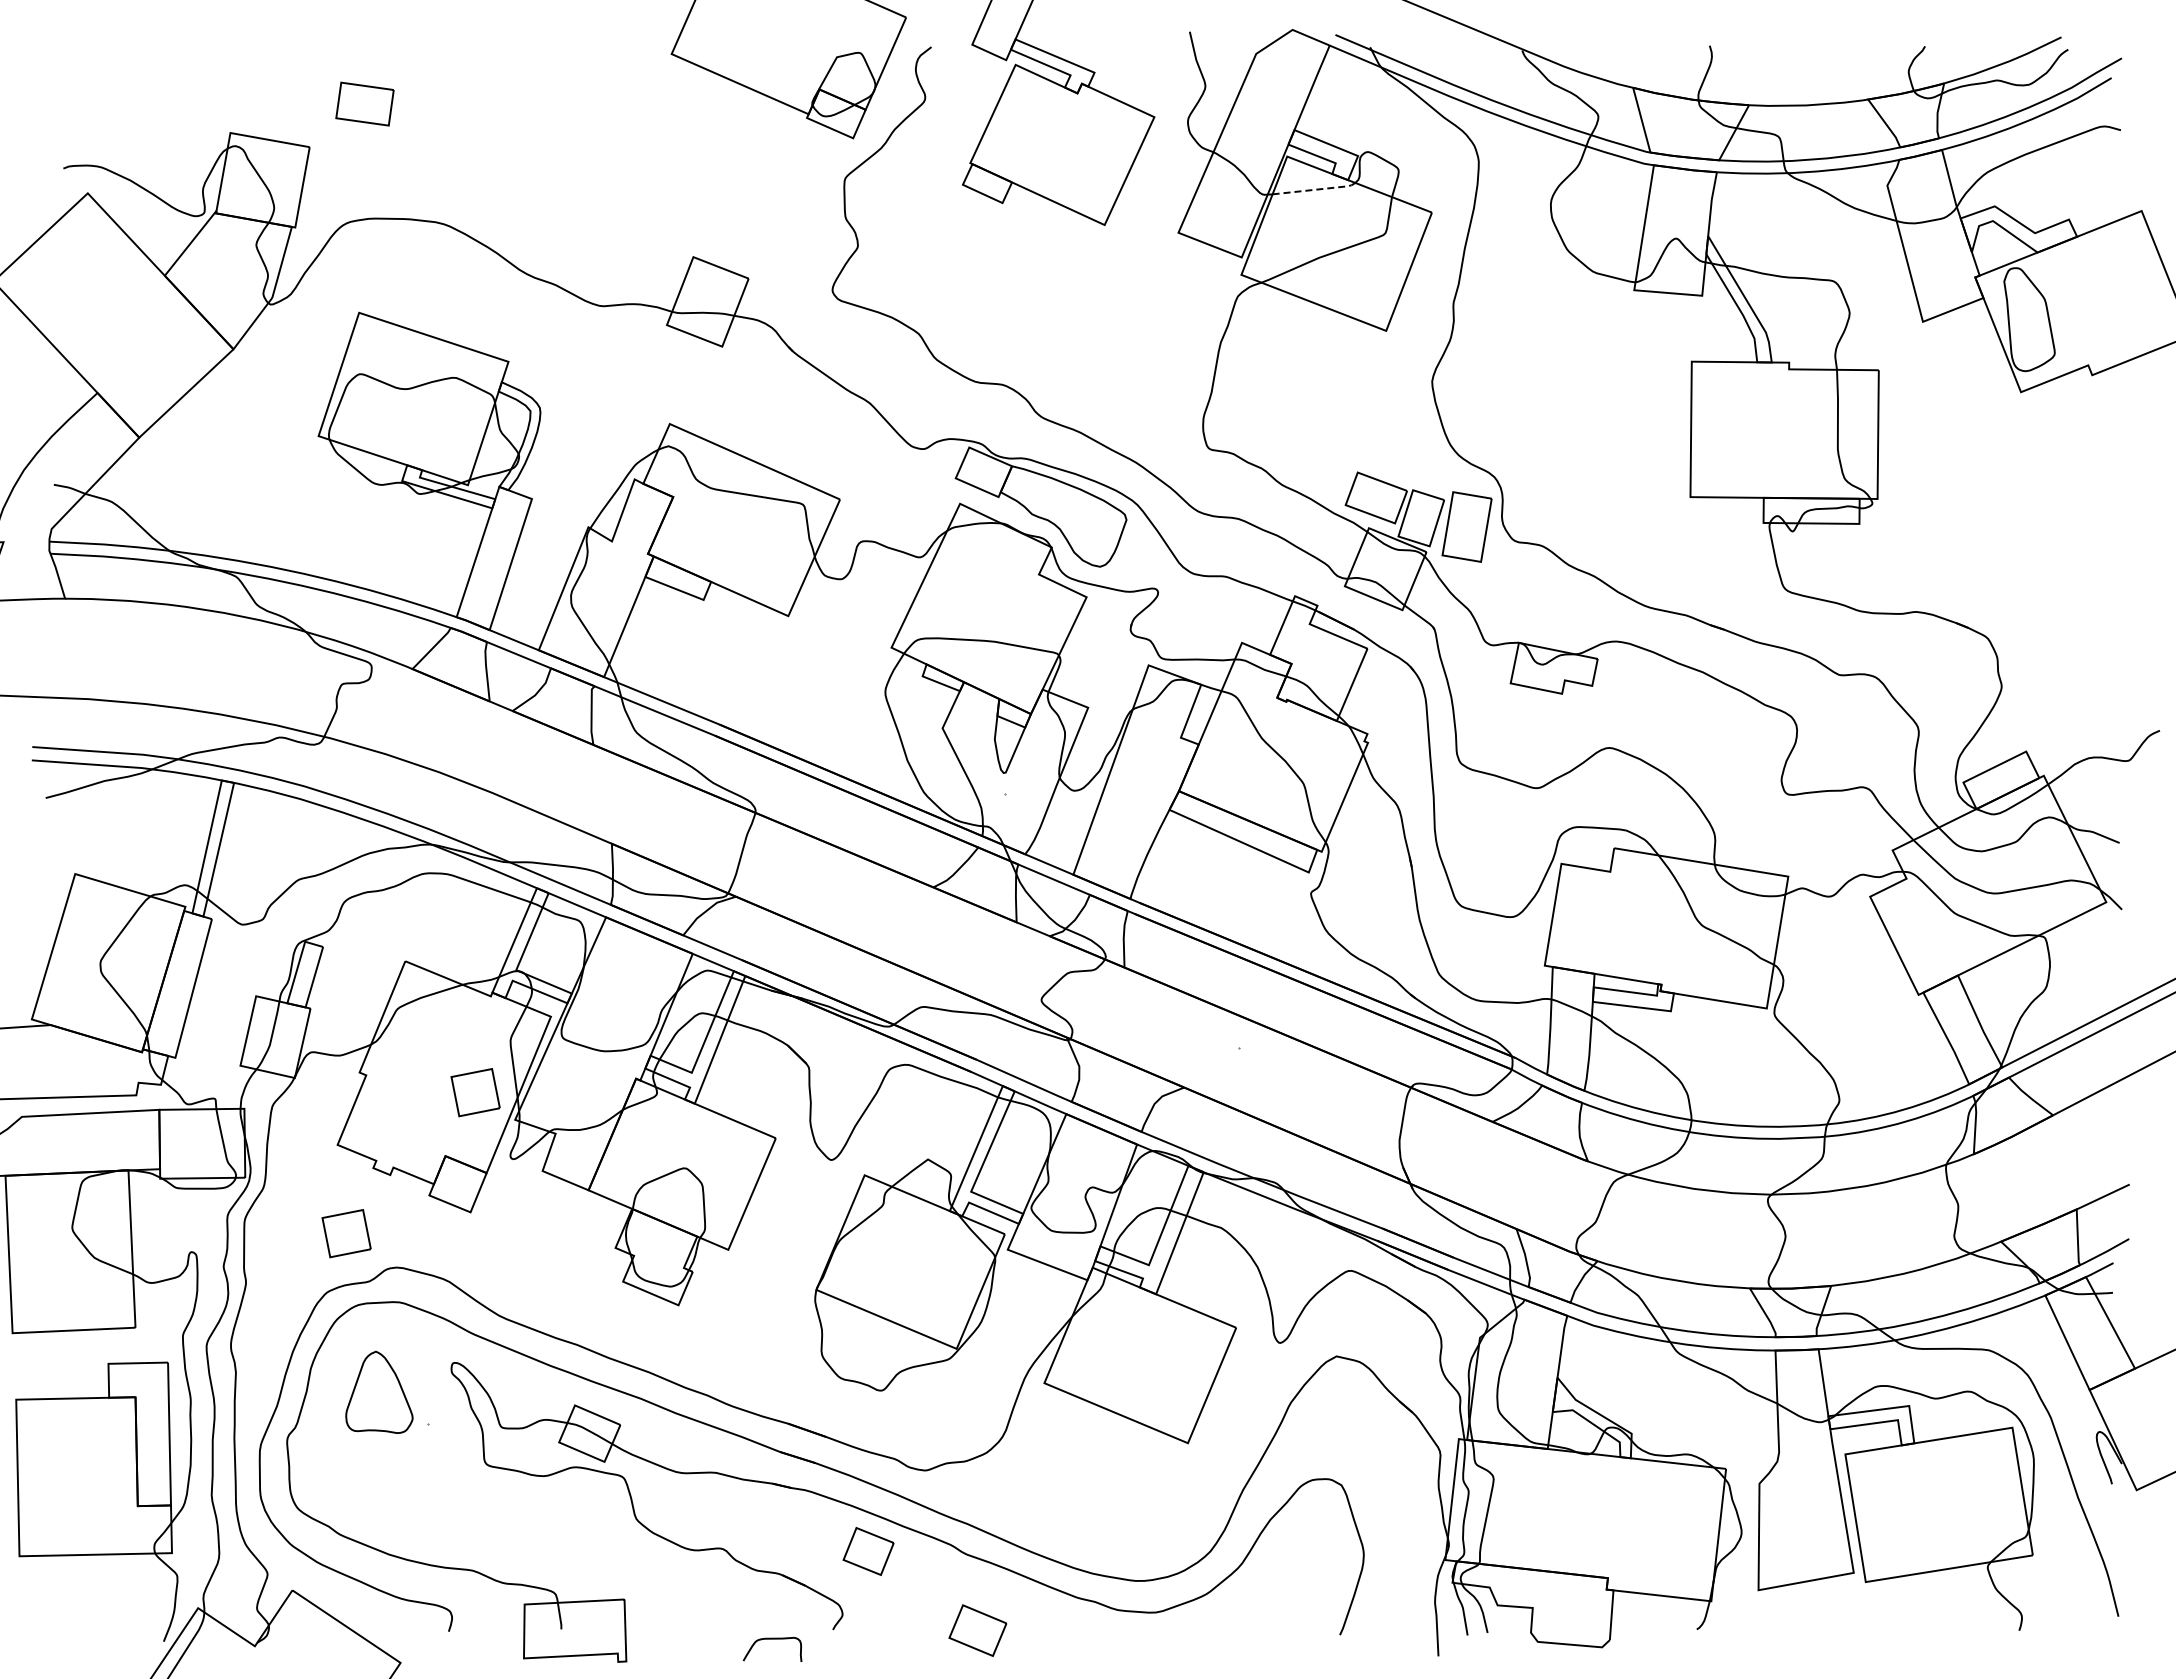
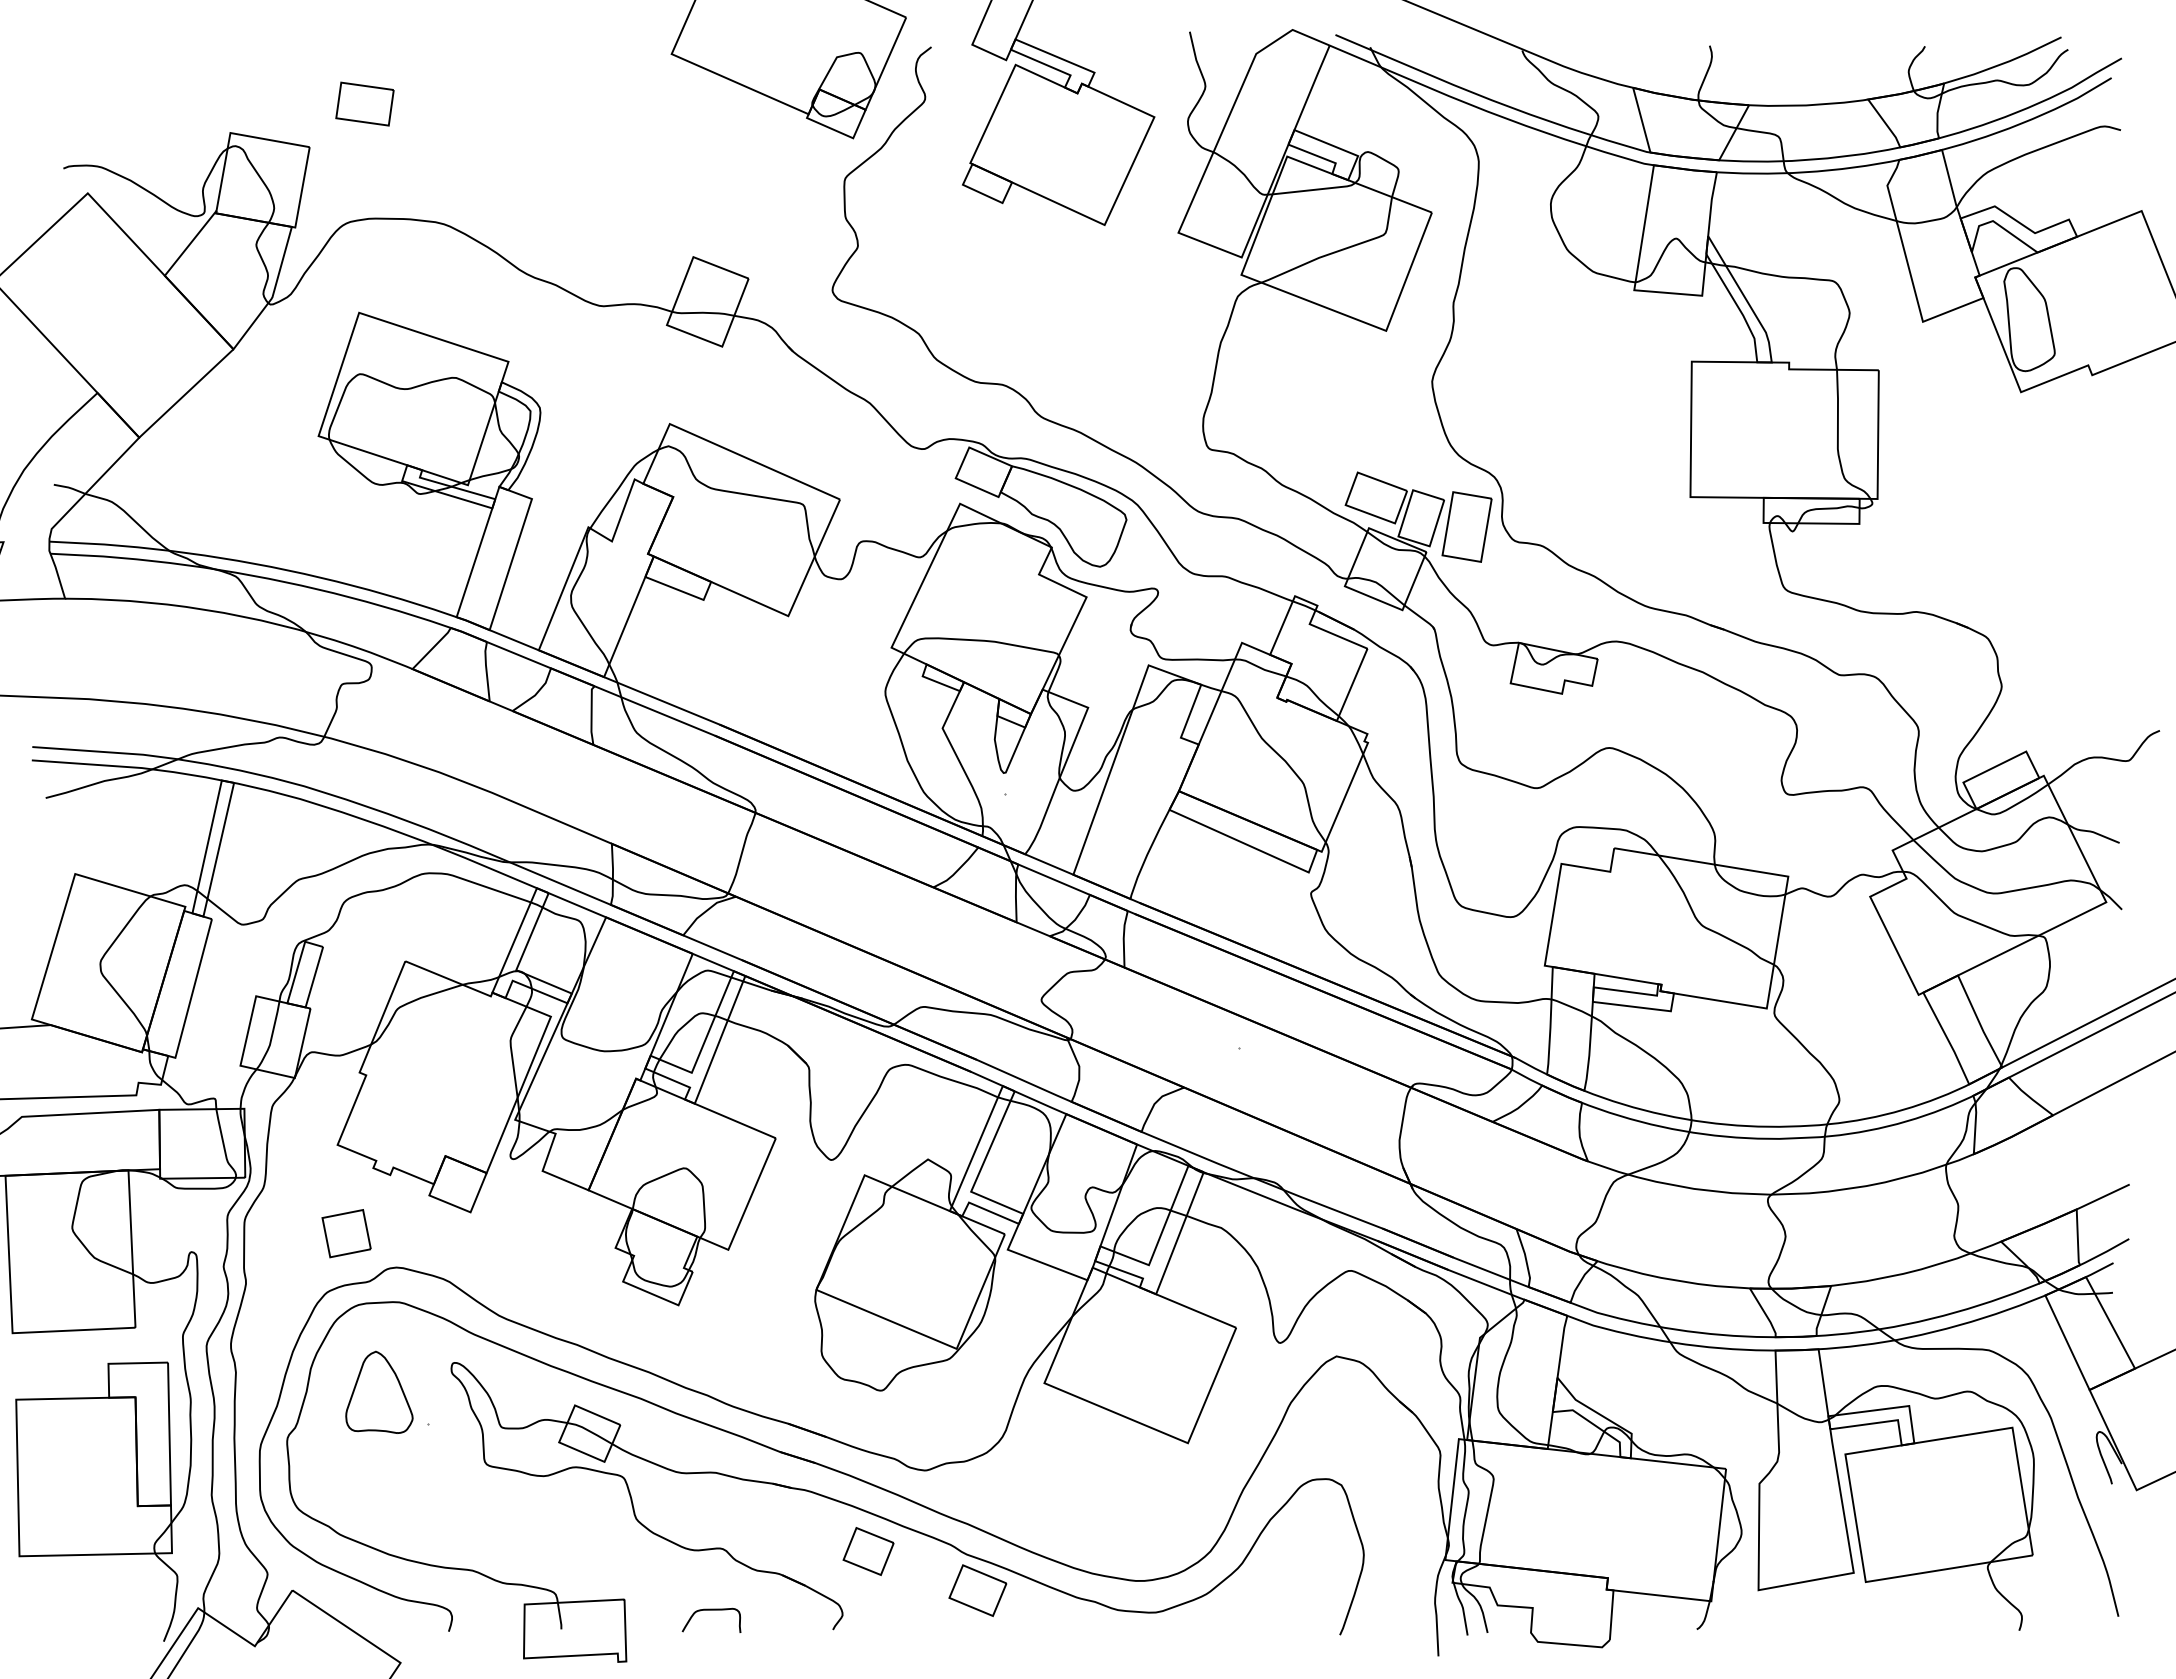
line at (1315, 189): dashed -> solid
part at (475, 1092): present -> none
part at (977, 1630) position: (977, 1630) -> (977, 1590)
curve at (772, 1639) position: (772, 1639) -> (711, 1610)
